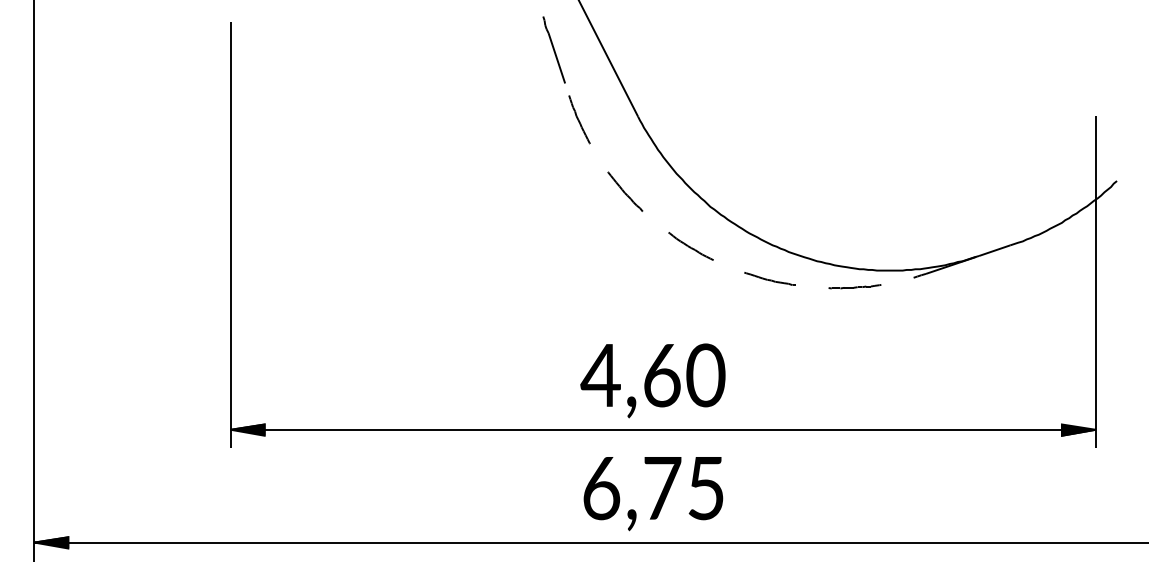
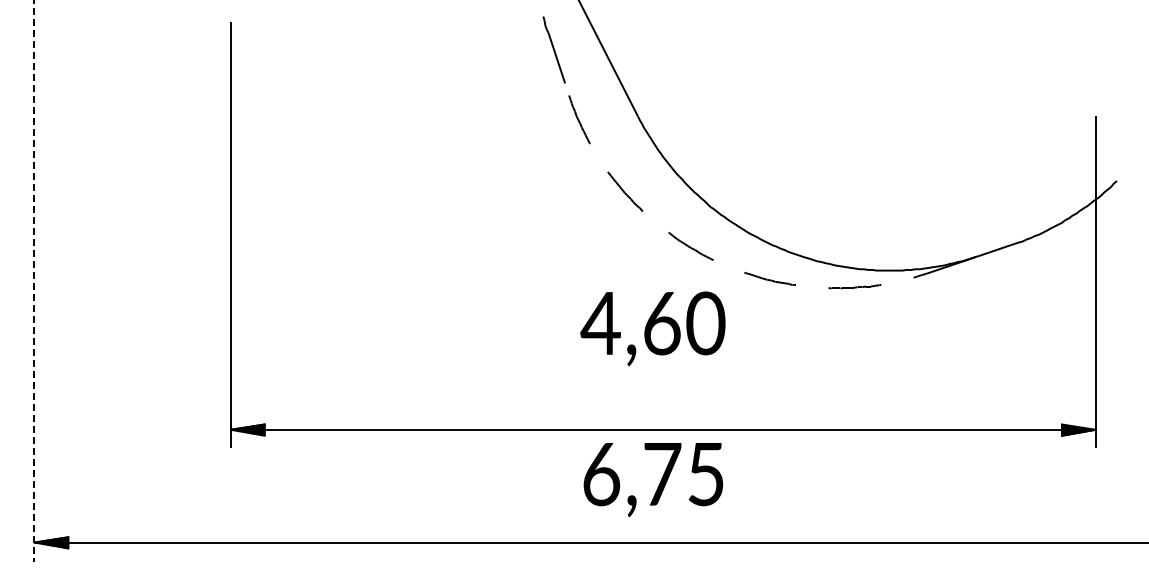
line at (34, 281): solid -> dashed
text at (652, 380) position: (652, 380) -> (652, 328)
text at (653, 494) position: (653, 494) -> (653, 480)
